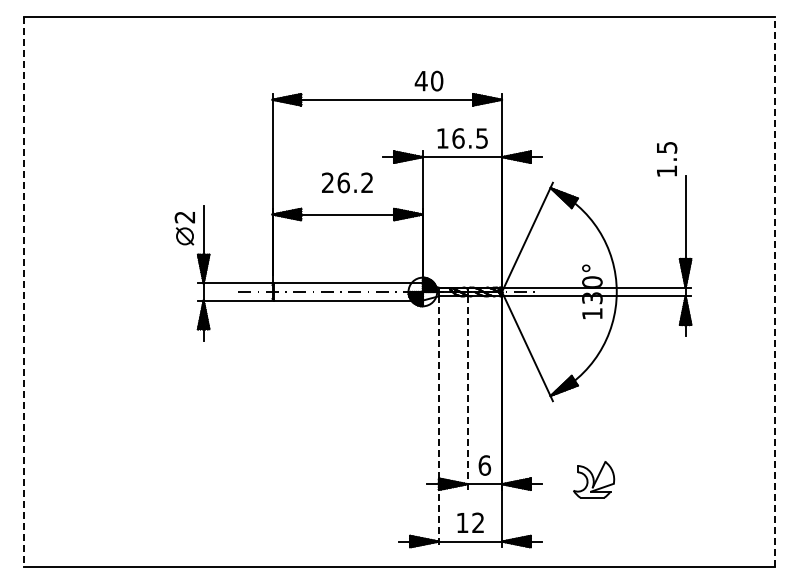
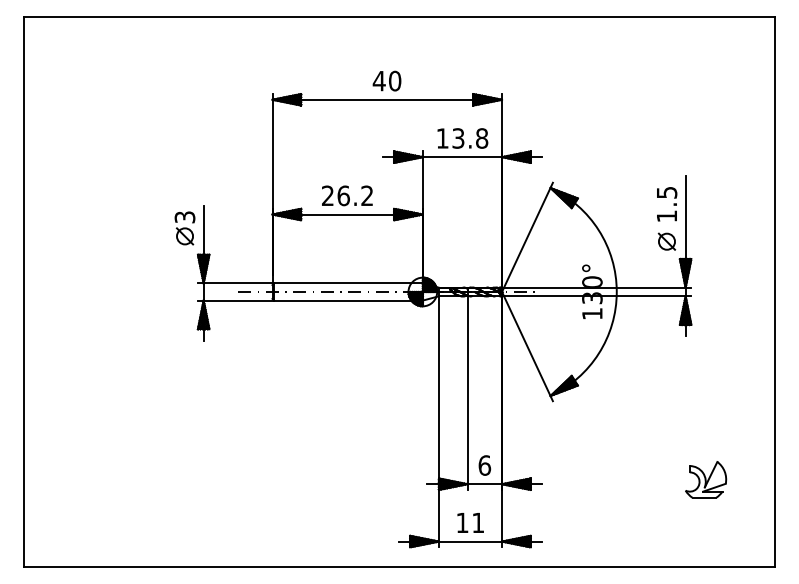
text at (428, 80) position: (428, 80) -> (386, 80)
text at (470, 138): 16.5 -> 13.8
text at (667, 159) position: (667, 159) -> (667, 204)
text at (347, 182) position: (347, 182) -> (347, 195)
text at (185, 217): 2 -> 3
part at (666, 241): none -> present
line at (23, 292): dashed -> solid
line at (775, 292): dashed -> solid
line at (467, 393): dashed -> solid
line at (438, 421): dashed -> solid
part at (594, 479) position: (594, 479) -> (706, 479)
text at (477, 522): 12 -> 11
